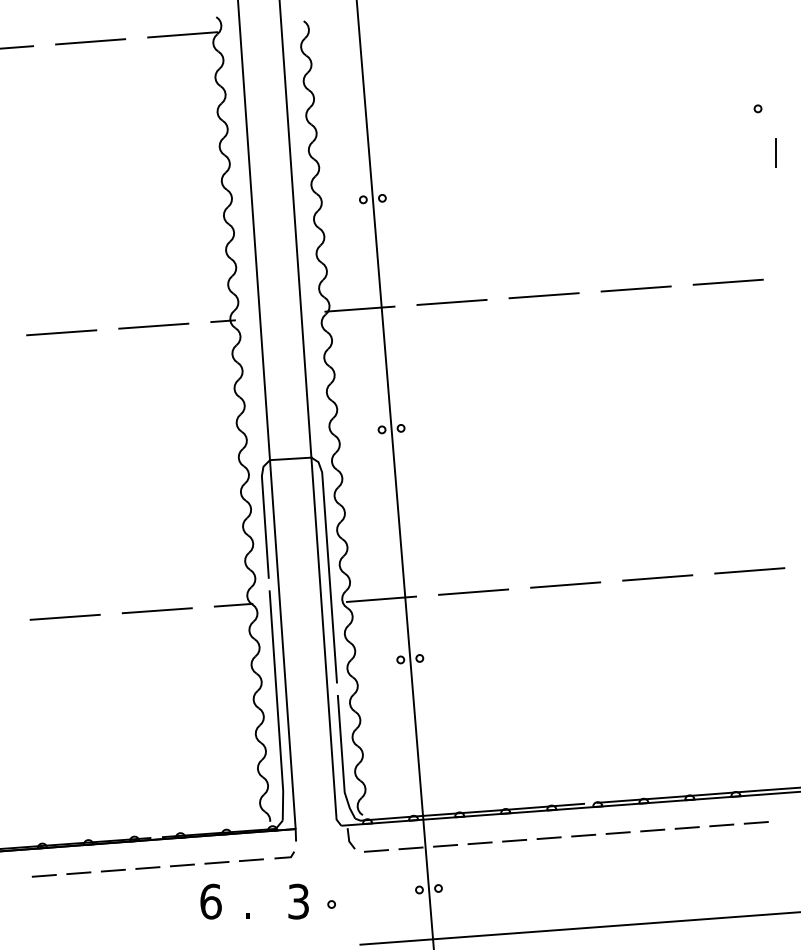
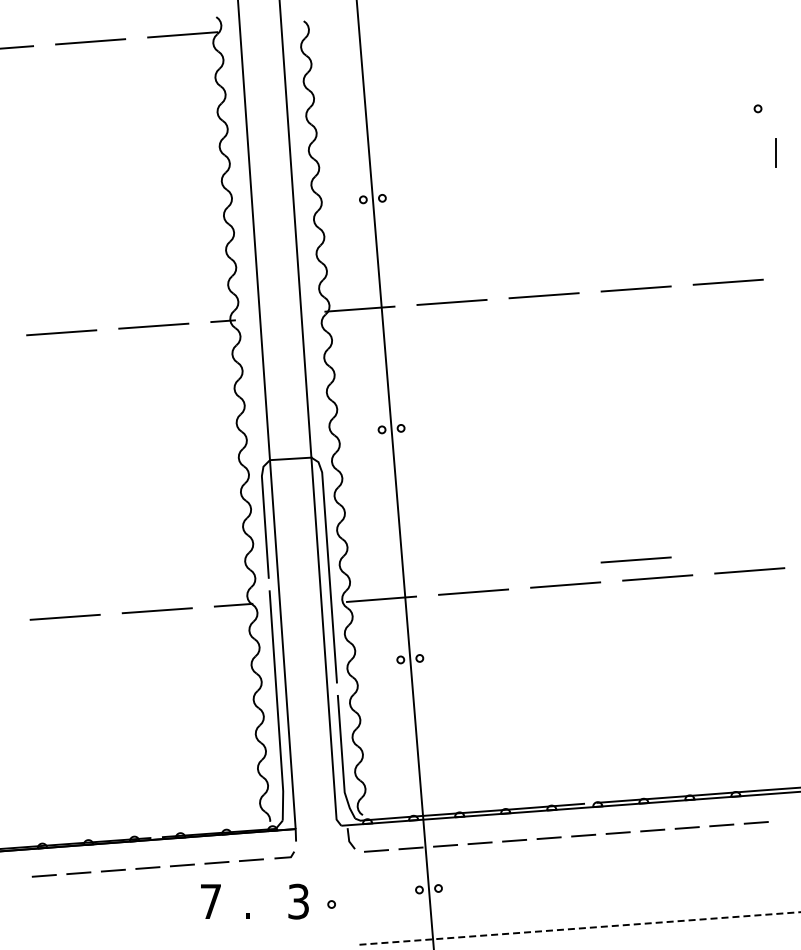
line at (635, 559): none -> present
text at (210, 901): 6 -> 7
line at (580, 928): solid -> dashed
